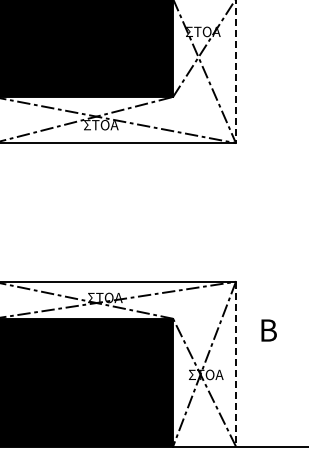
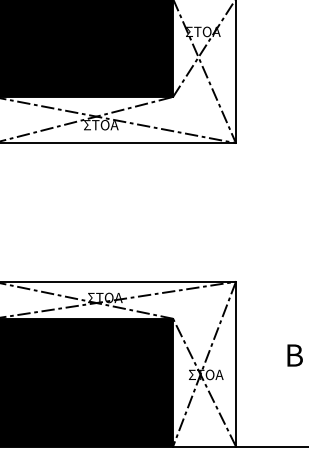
line at (235, 72): dashed -> solid
text at (268, 330) position: (268, 330) -> (294, 355)
line at (235, 364): dashed -> solid
